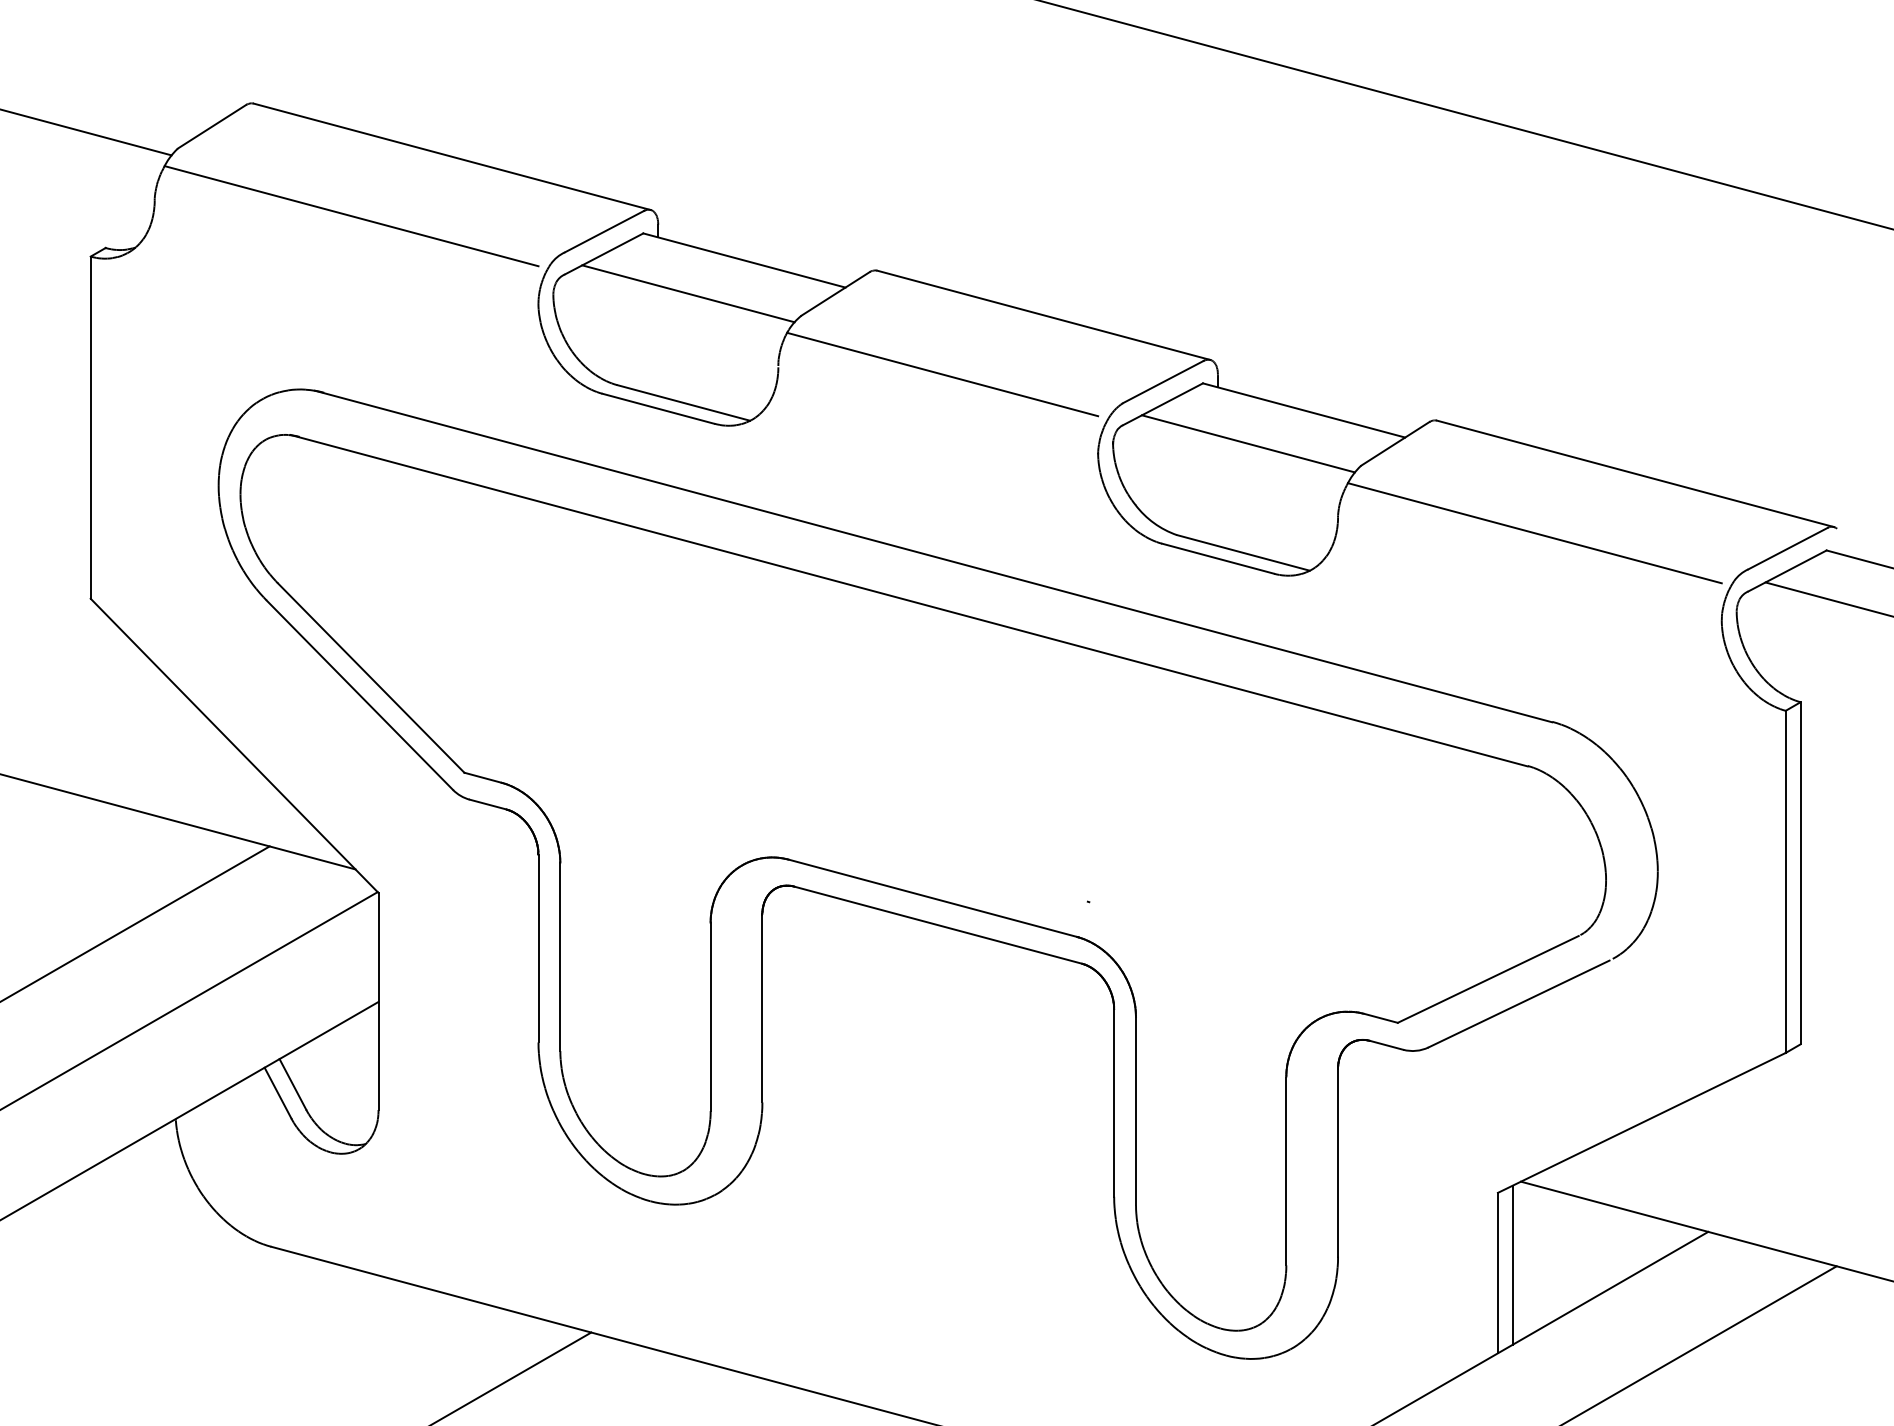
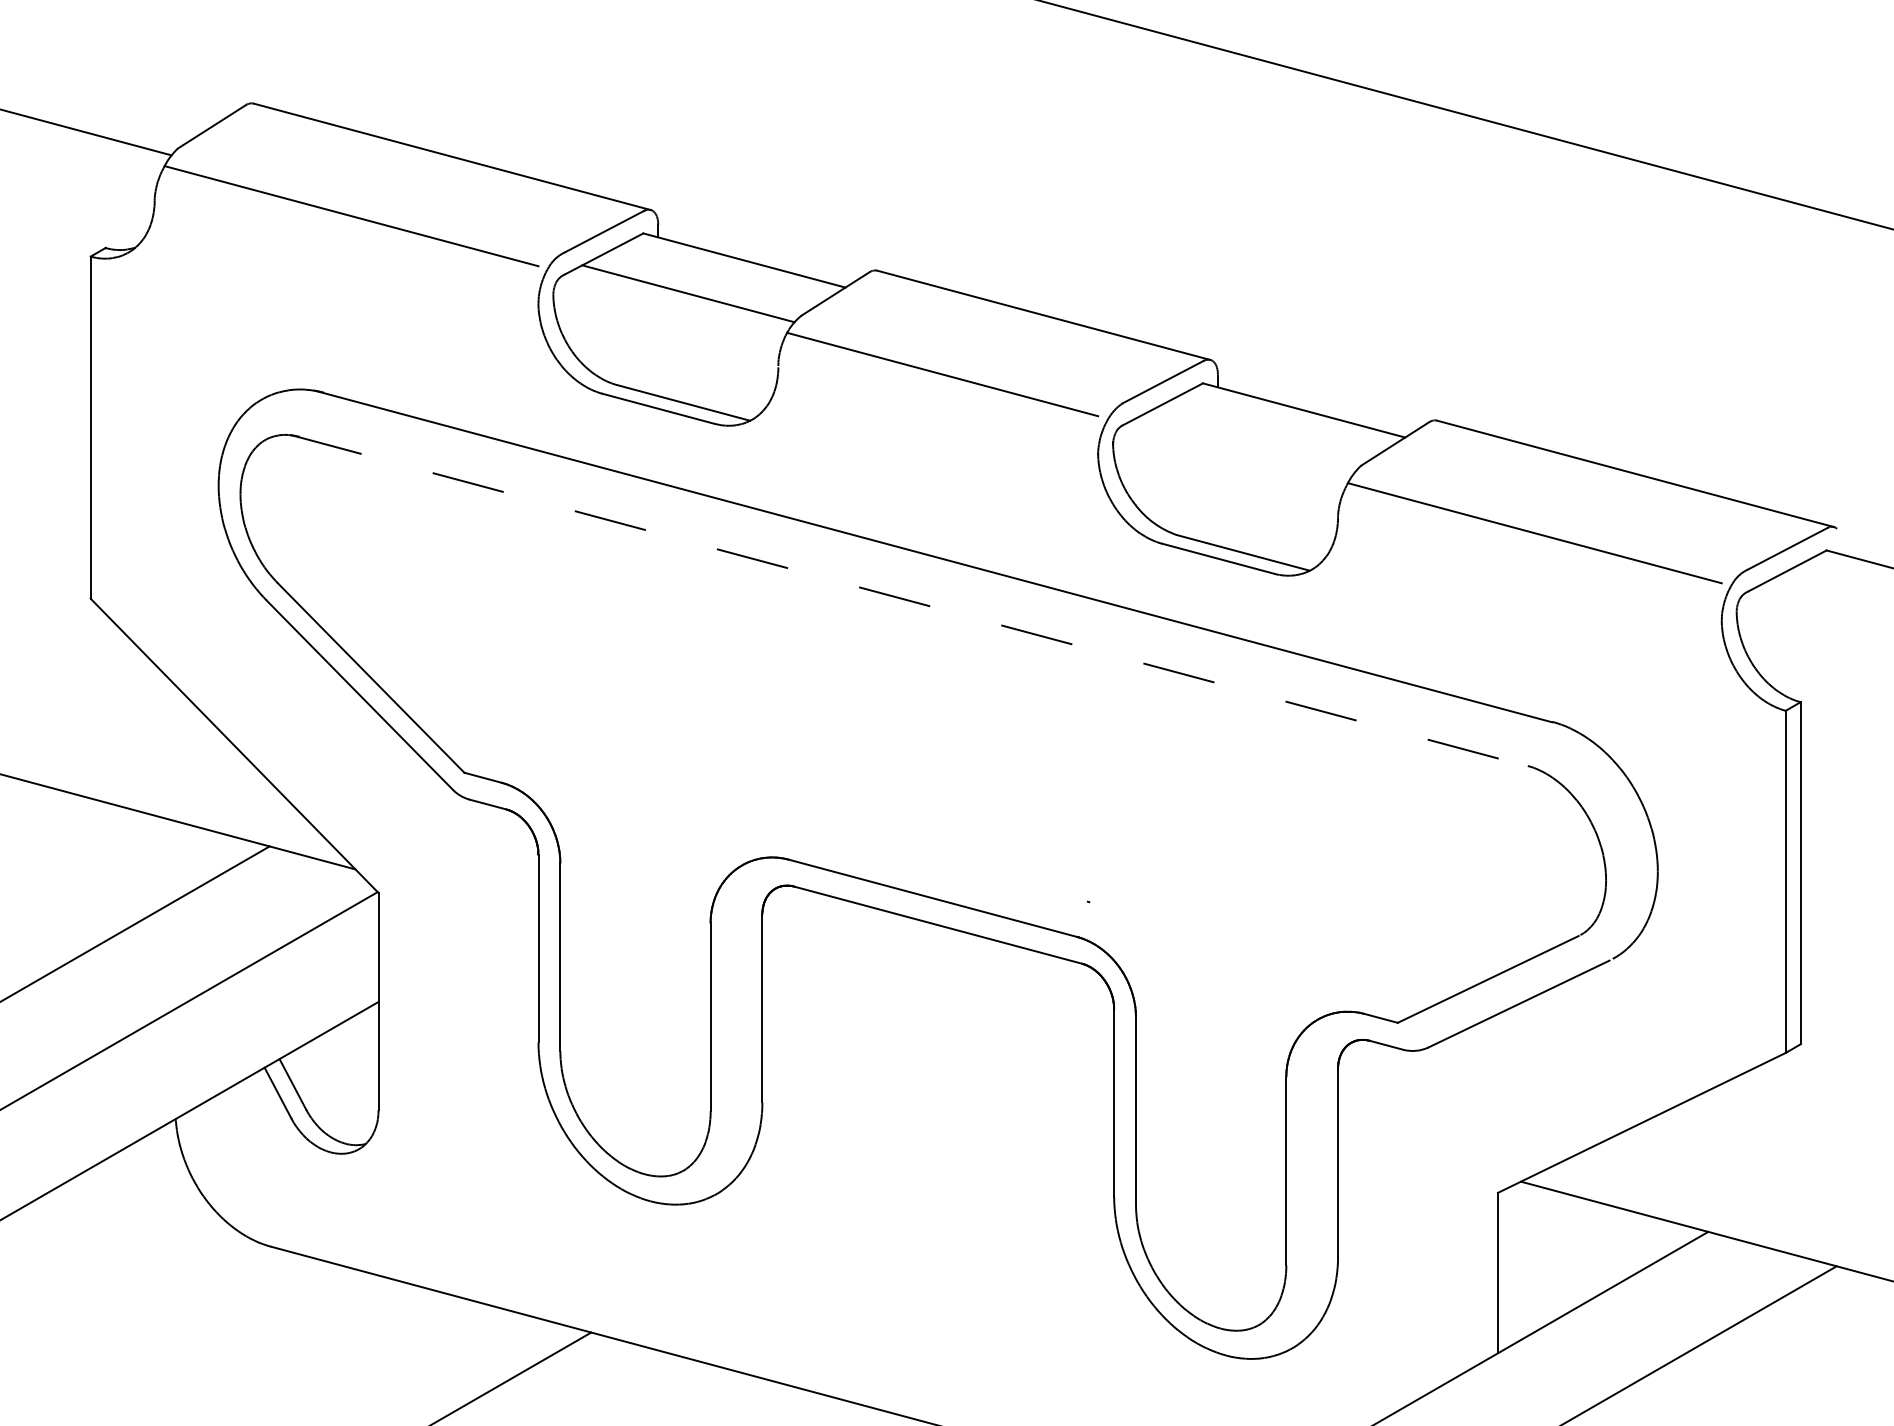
line at (1247, 443): present -> none
line at (1827, 598): present -> none
line at (909, 600): solid -> dashed
line at (1512, 1264): present -> none
